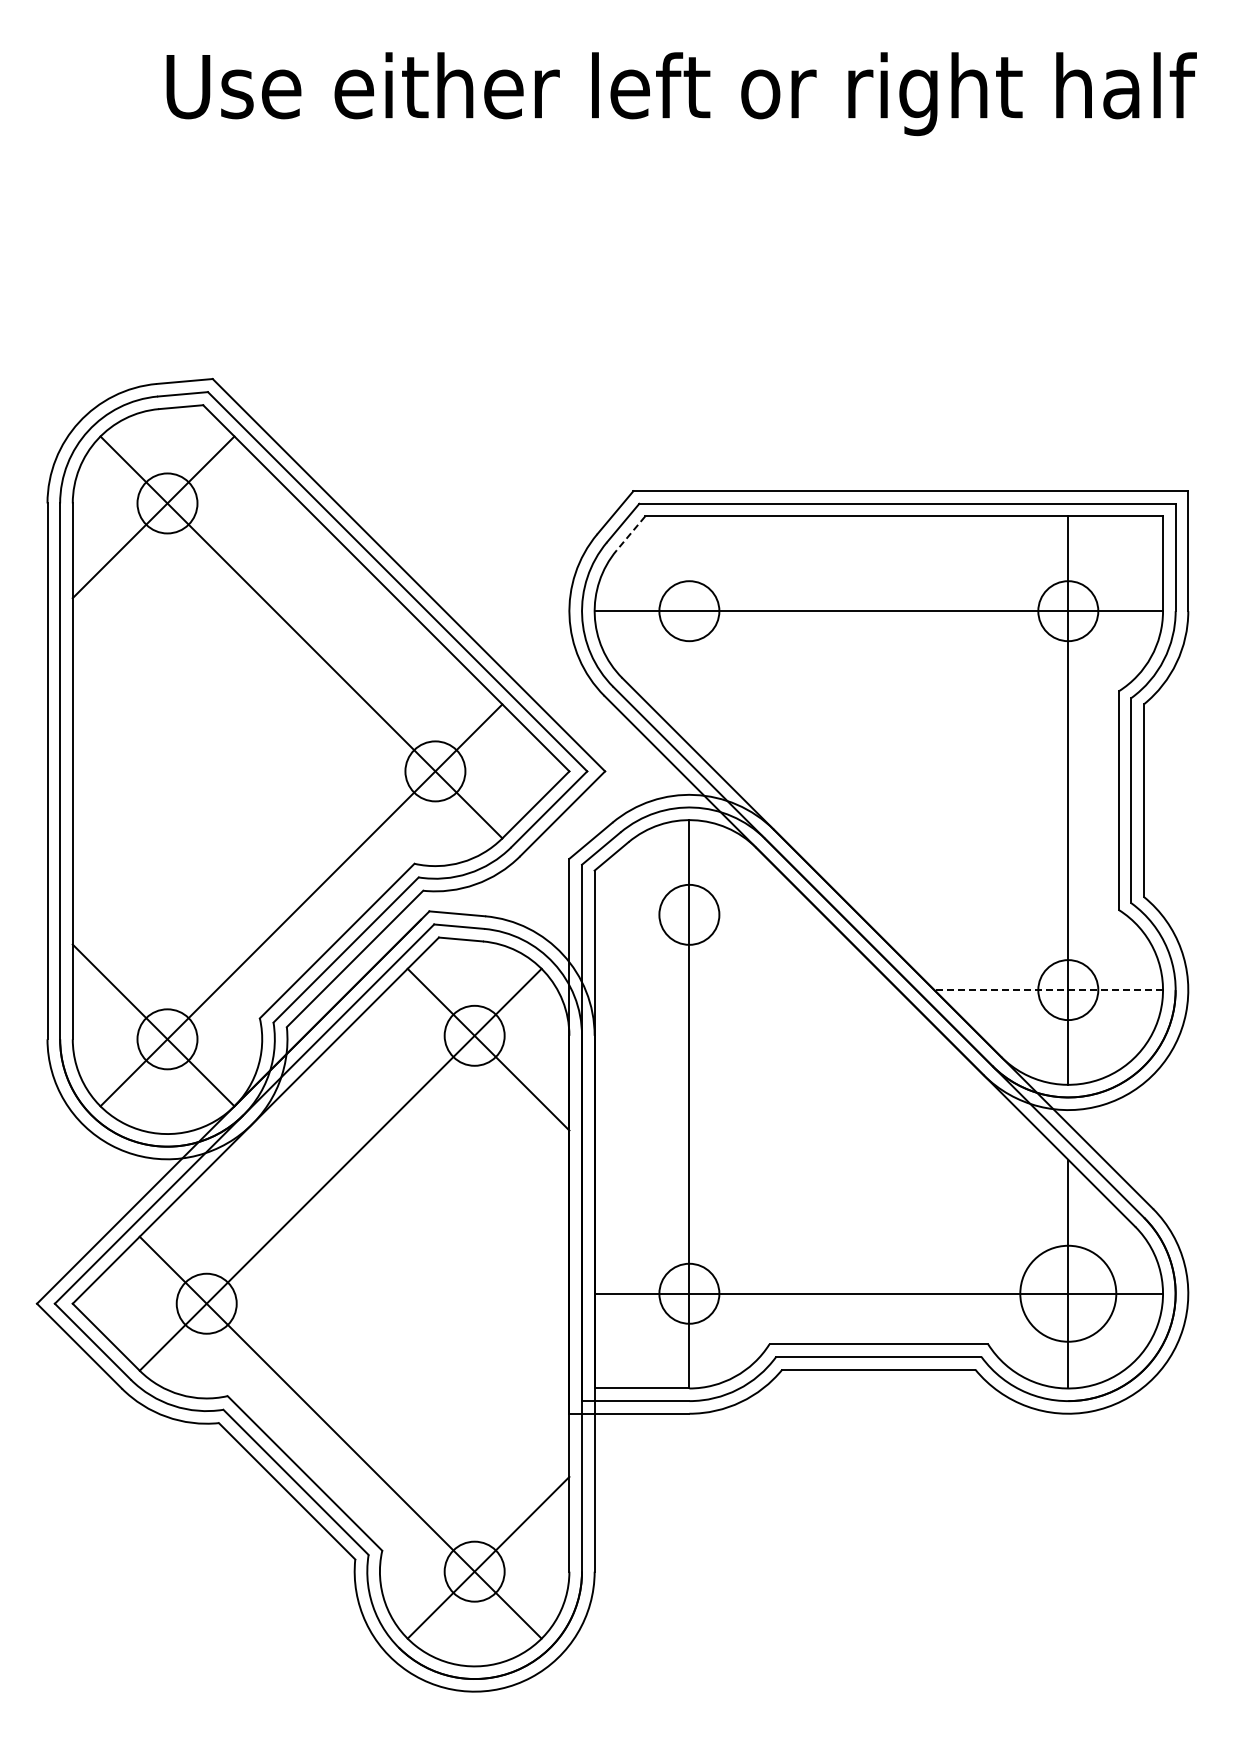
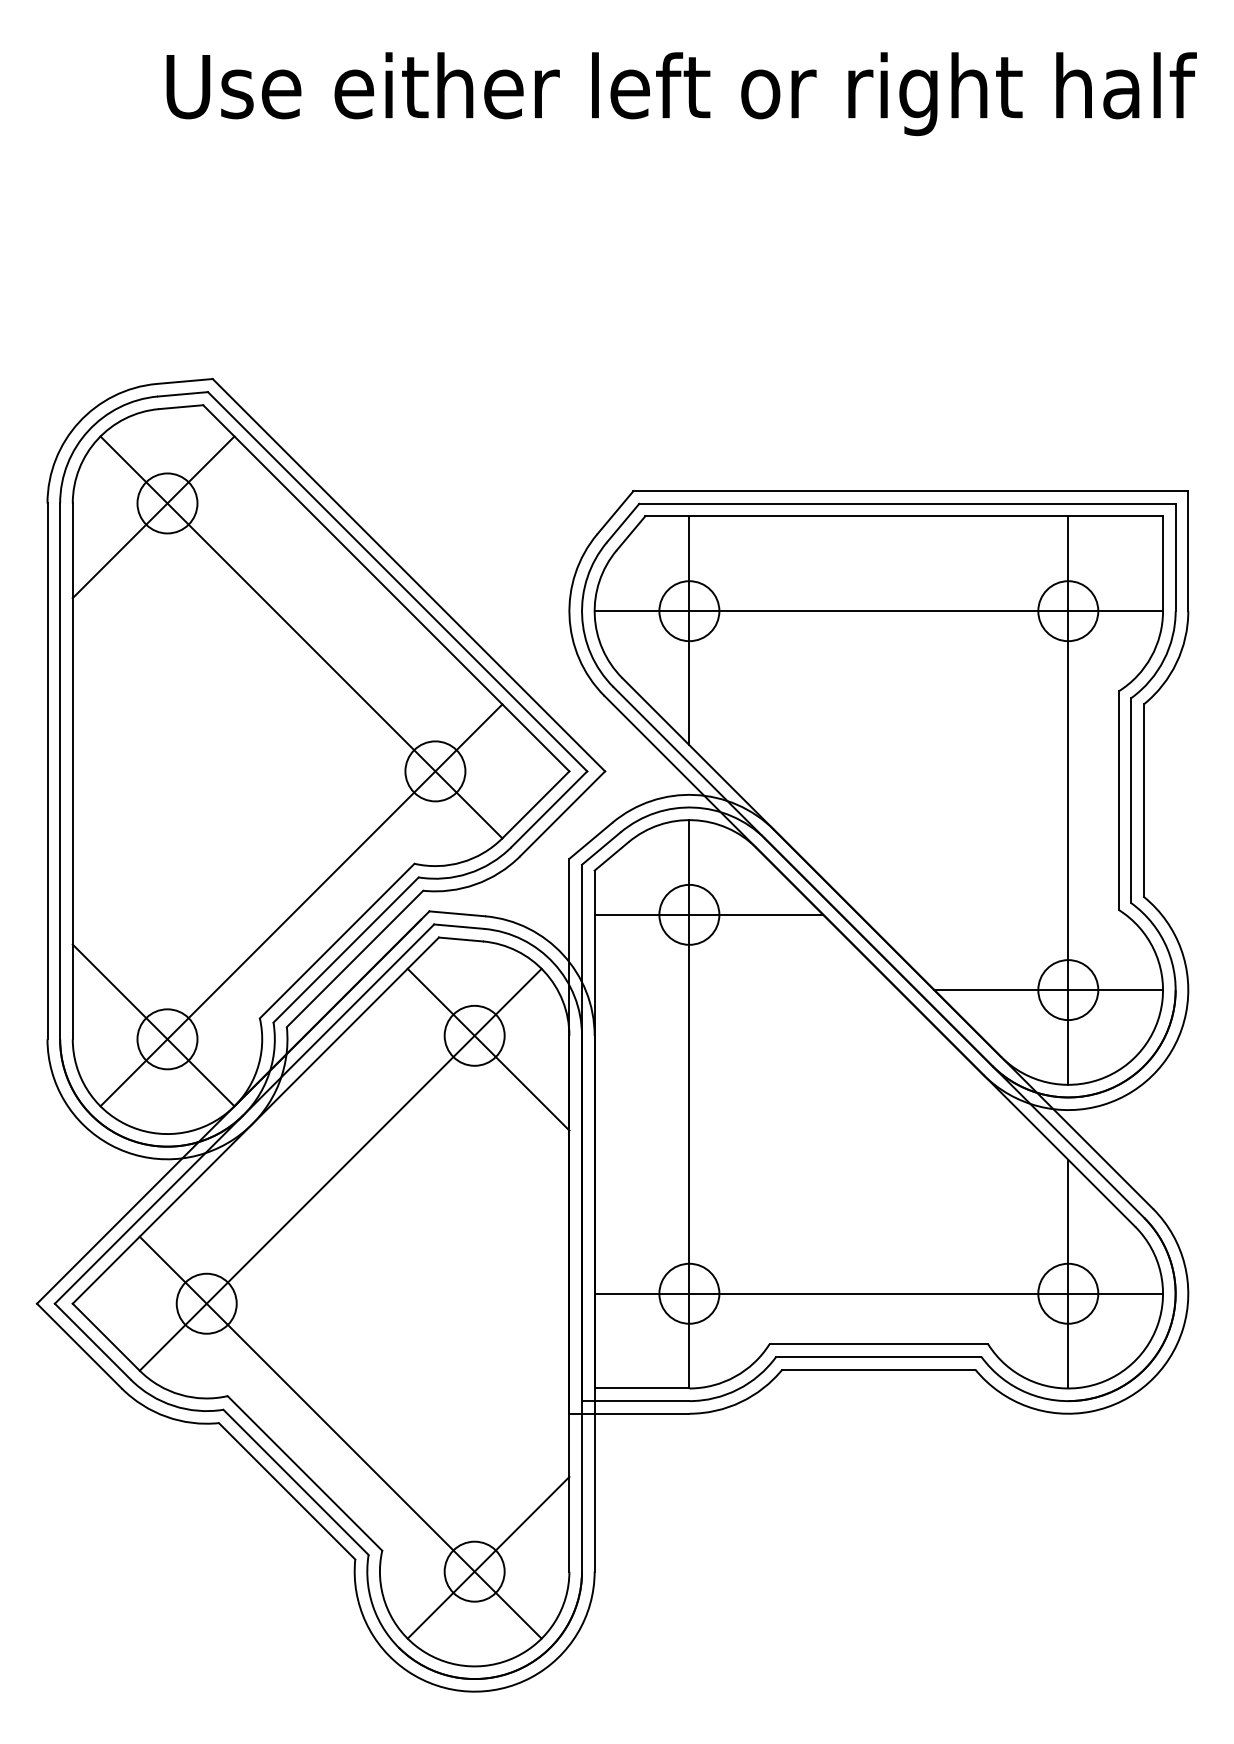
line at (630, 533): dashed -> solid
line at (689, 630): none -> present
line at (708, 914): none -> present
line at (1048, 990): dashed -> solid
circle at (1068, 1293) diameter: 96 px -> 60 px
